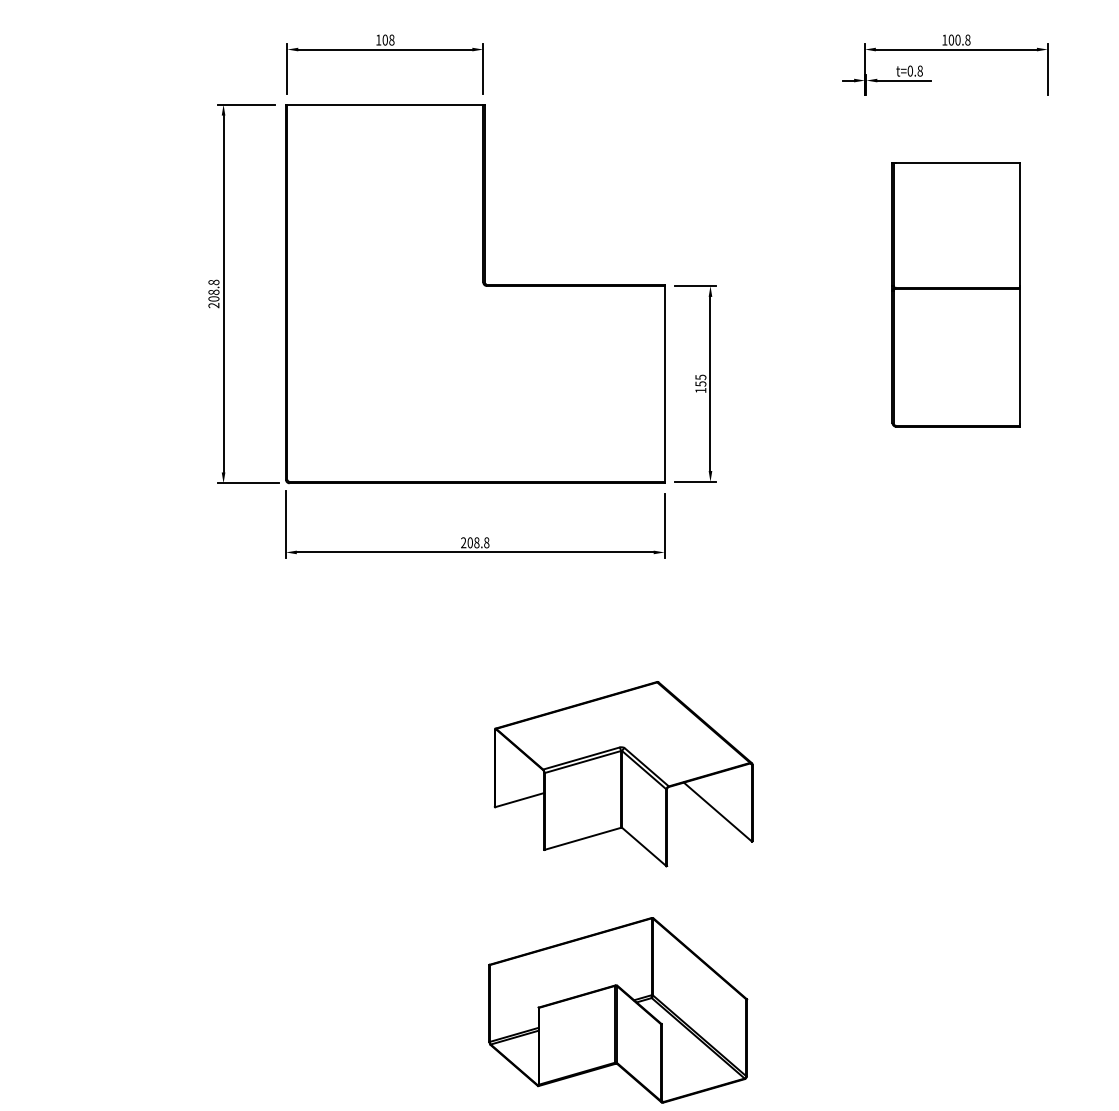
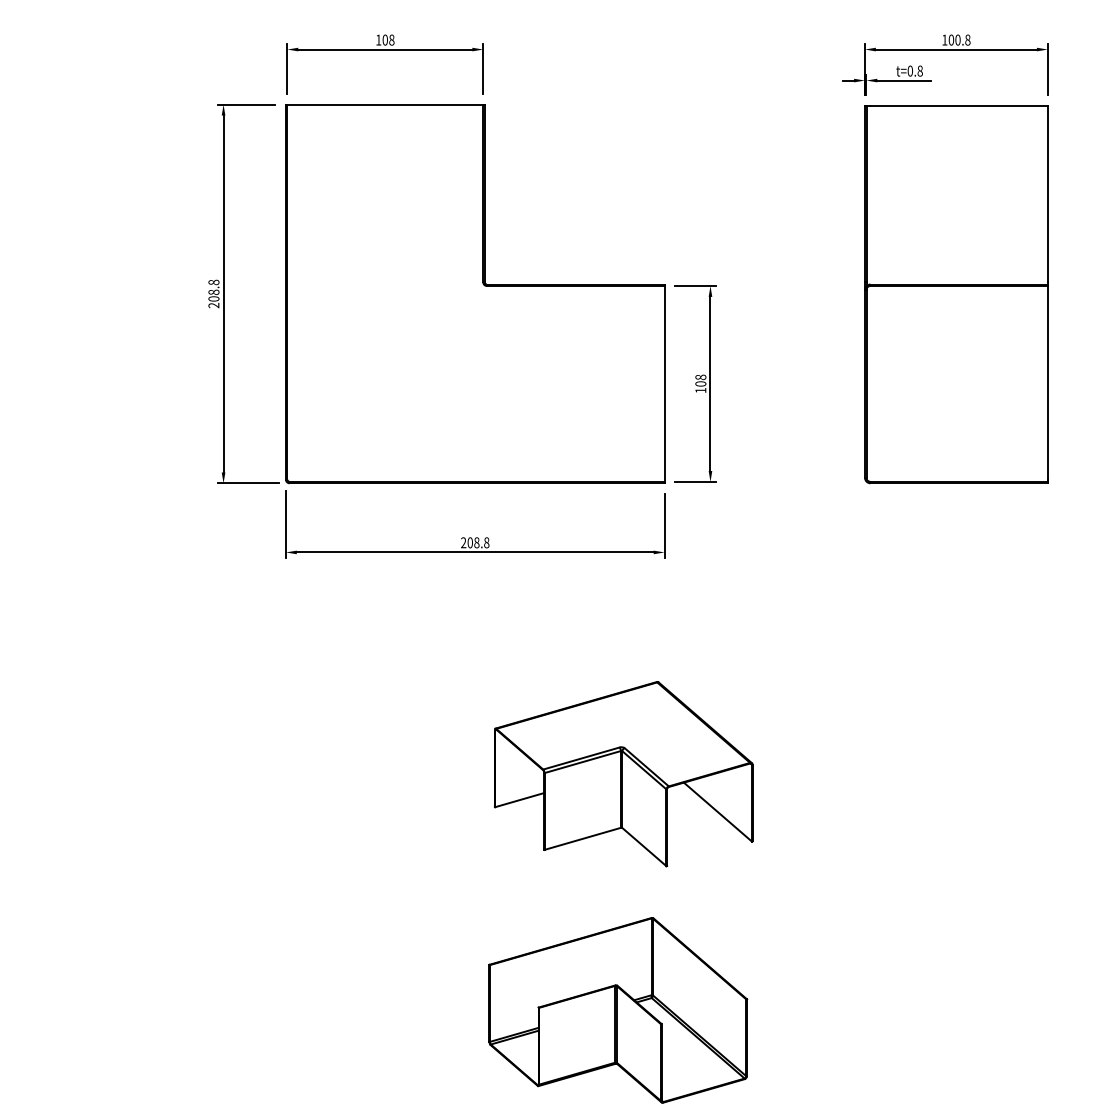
part at (955, 294) size: 130x266 px -> 185x380 px
text at (700, 380): 155 -> 108
